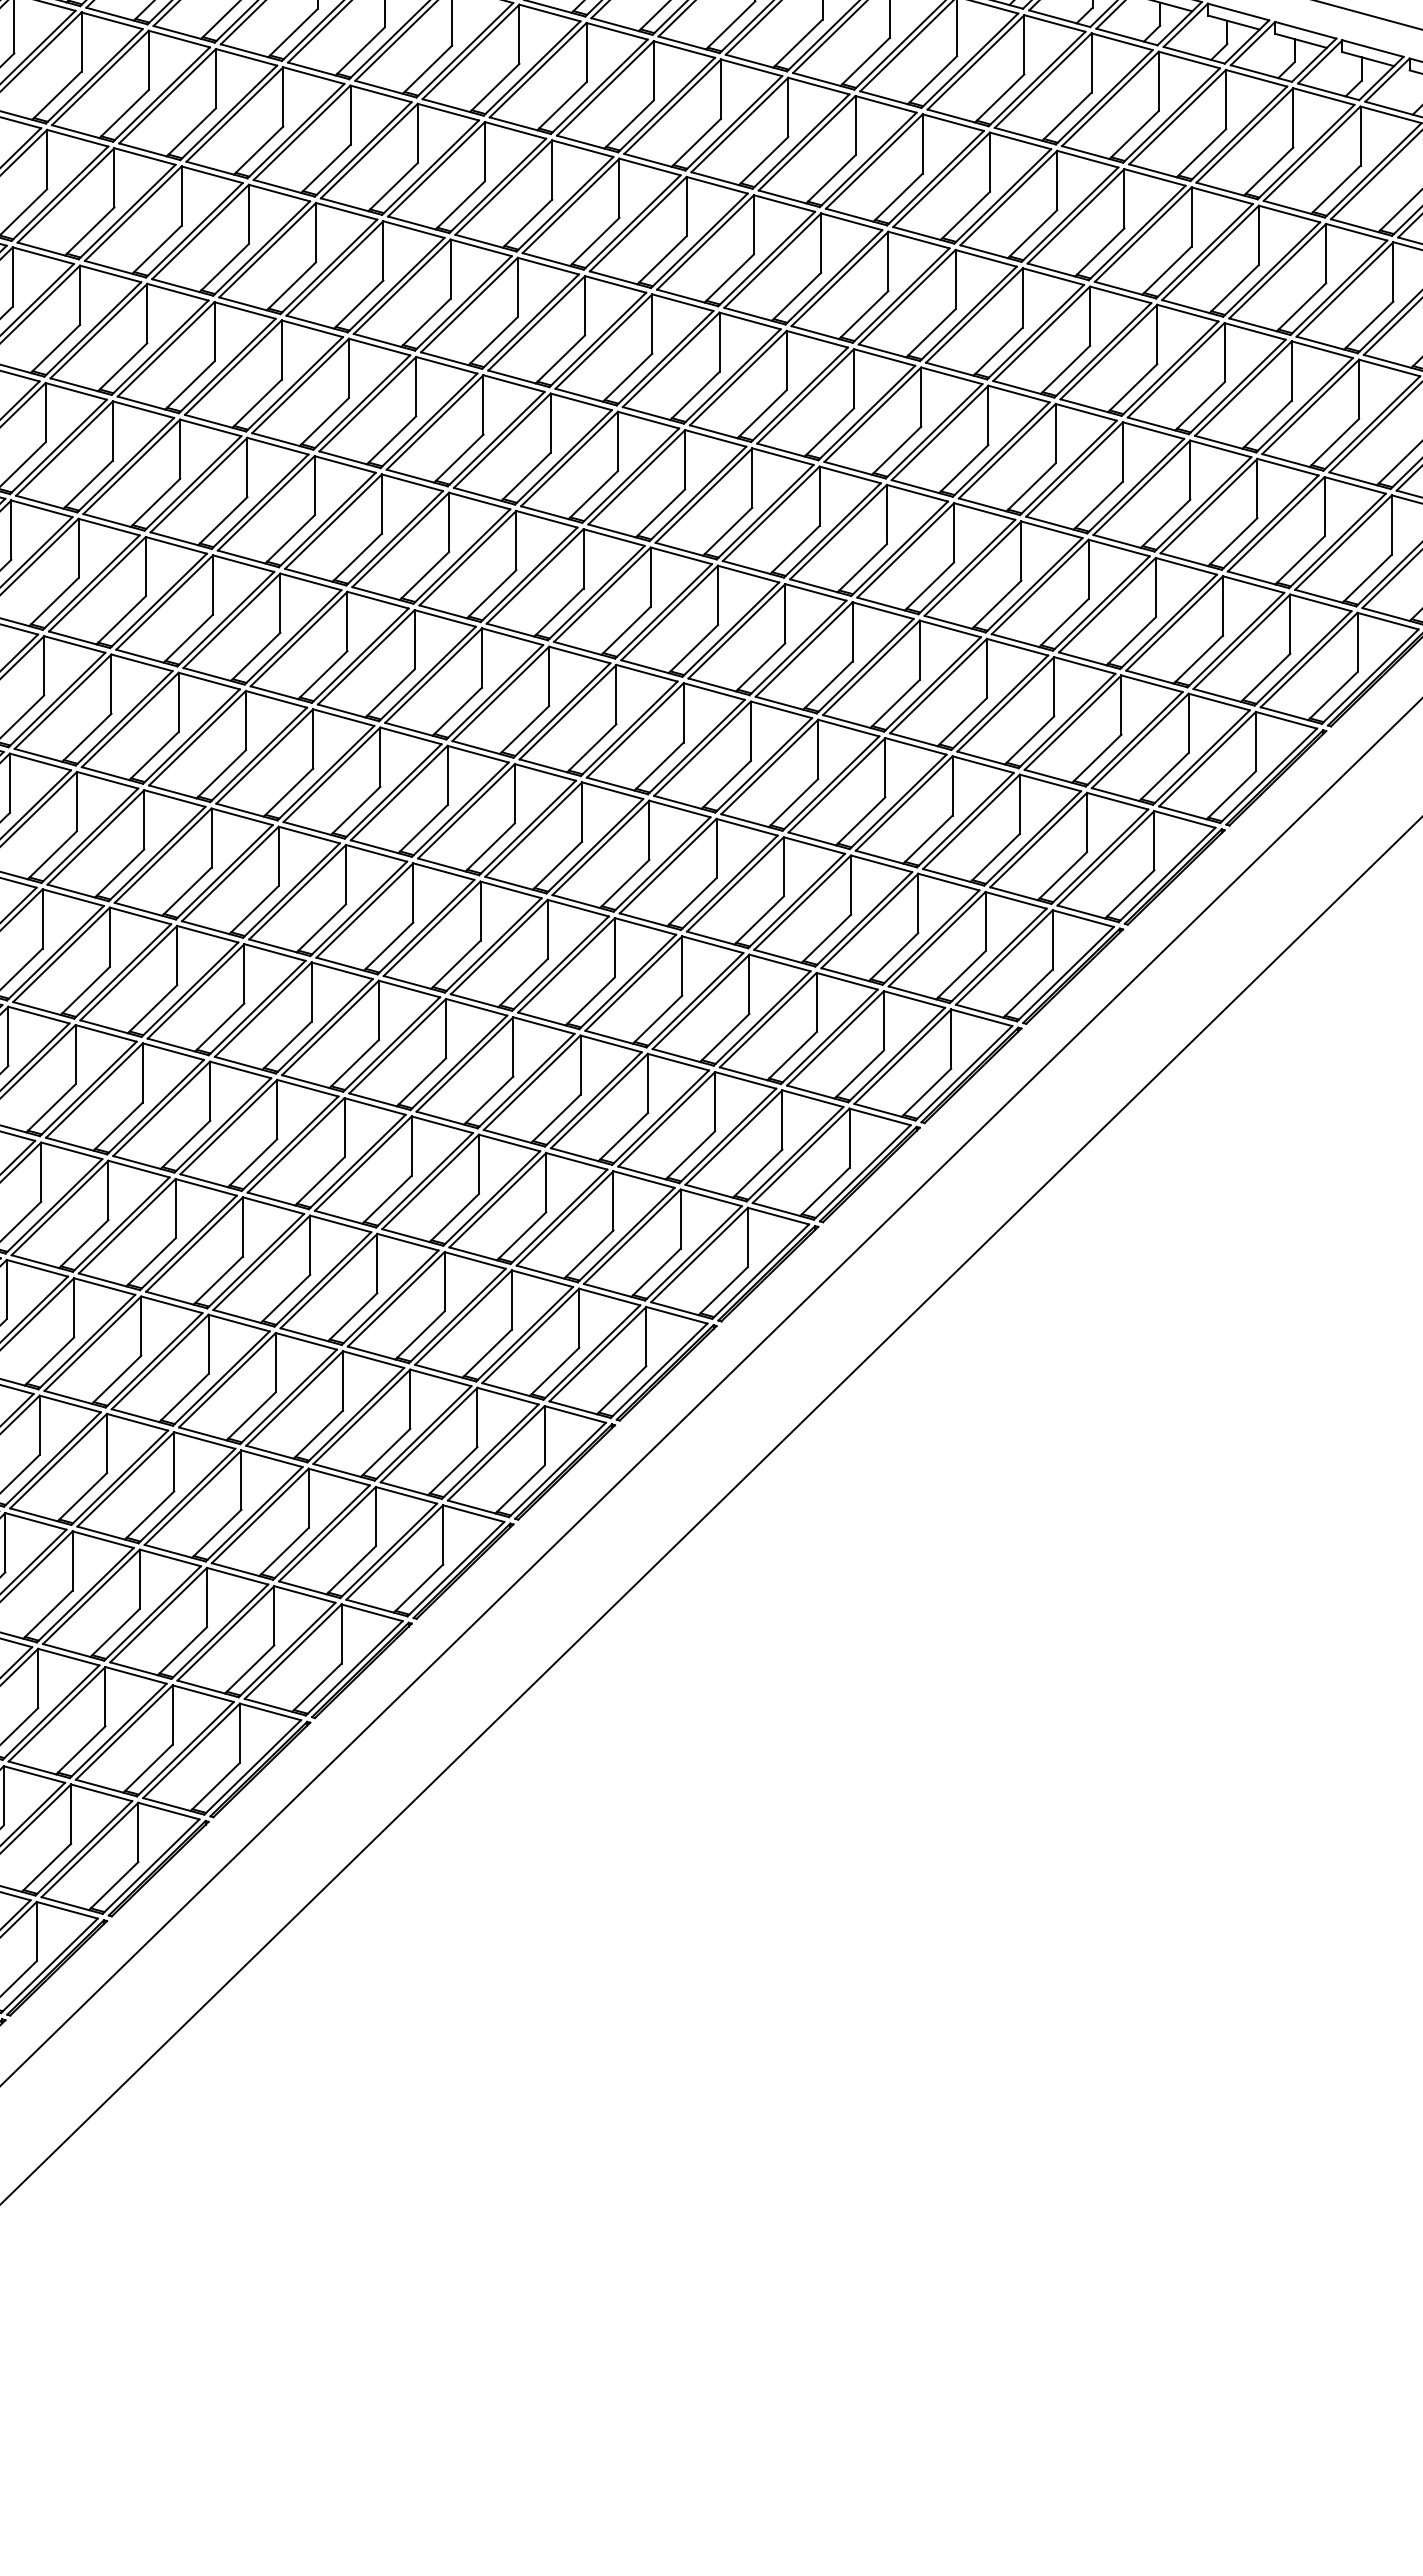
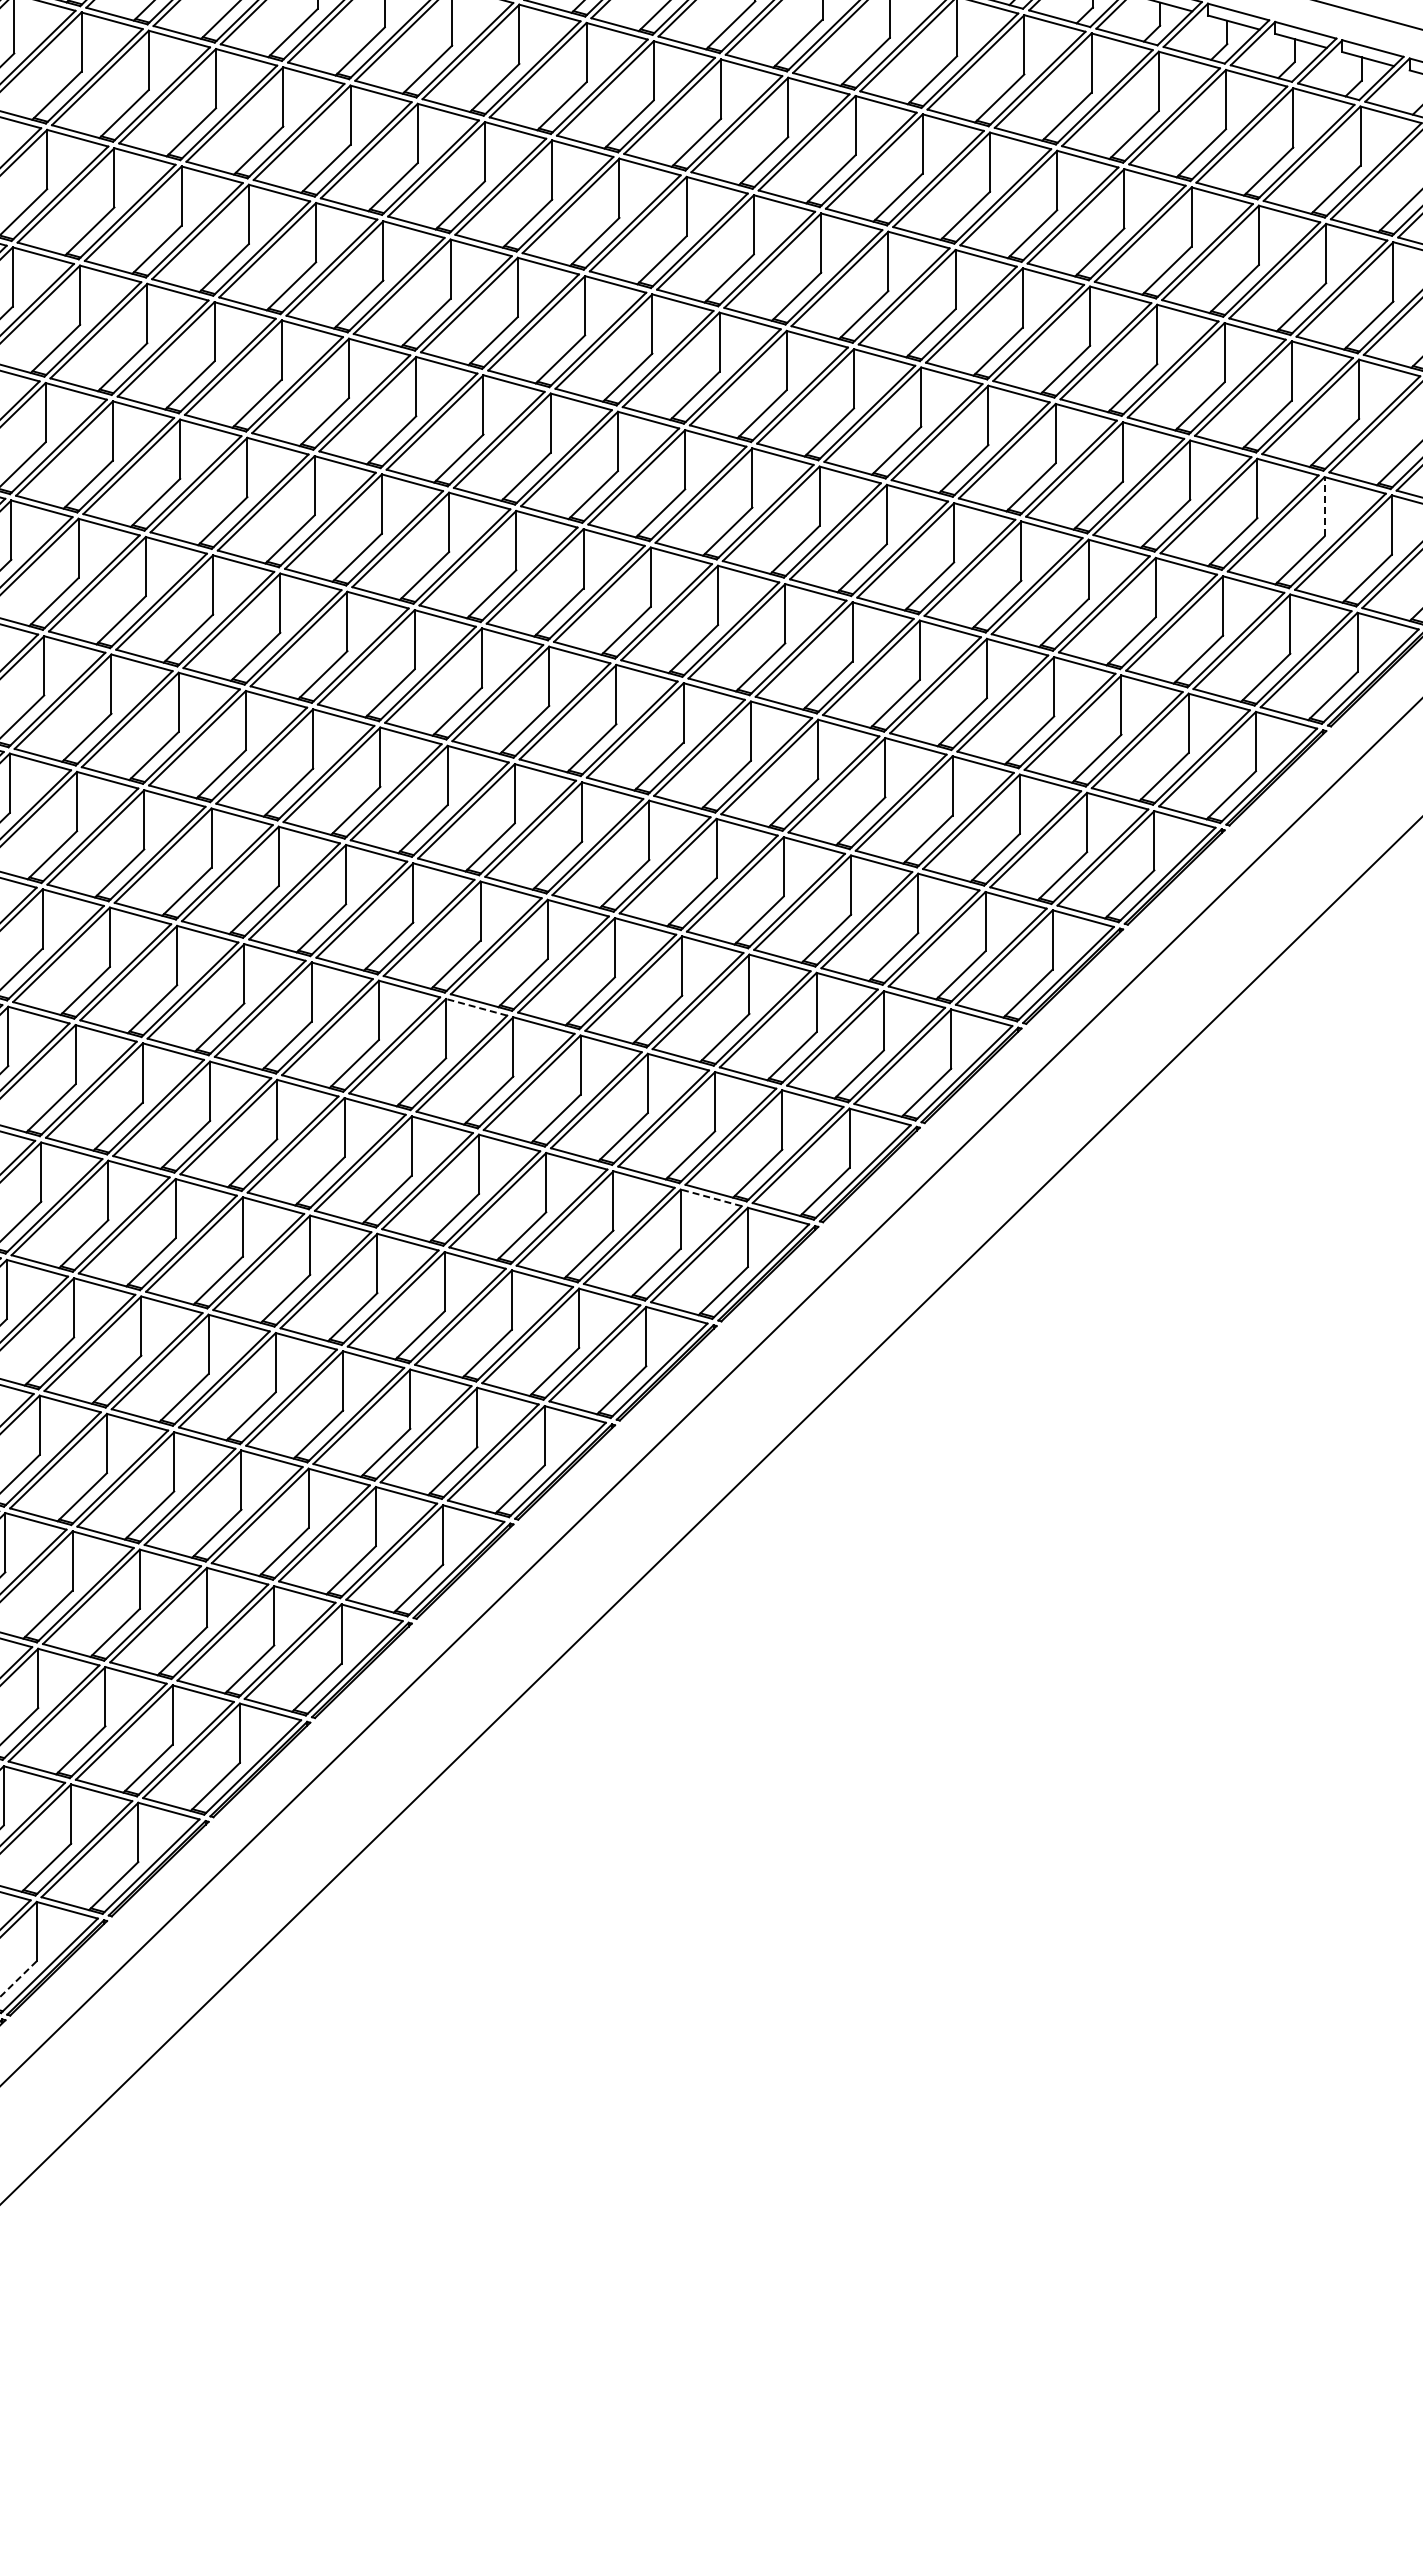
line at (1324, 506): solid -> dashed
line at (476, 1007): solid -> dashed
line at (711, 1197): solid -> dashed
line at (18, 1979): solid -> dashed
